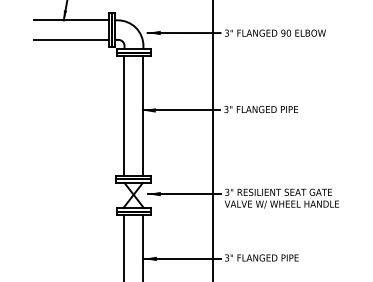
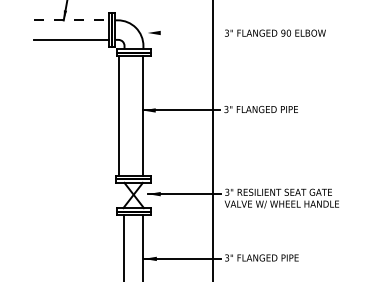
line at (71, 20): solid -> dashed
line at (183, 32): present -> none
line at (124, 115) position: (124, 115) -> (119, 115)
